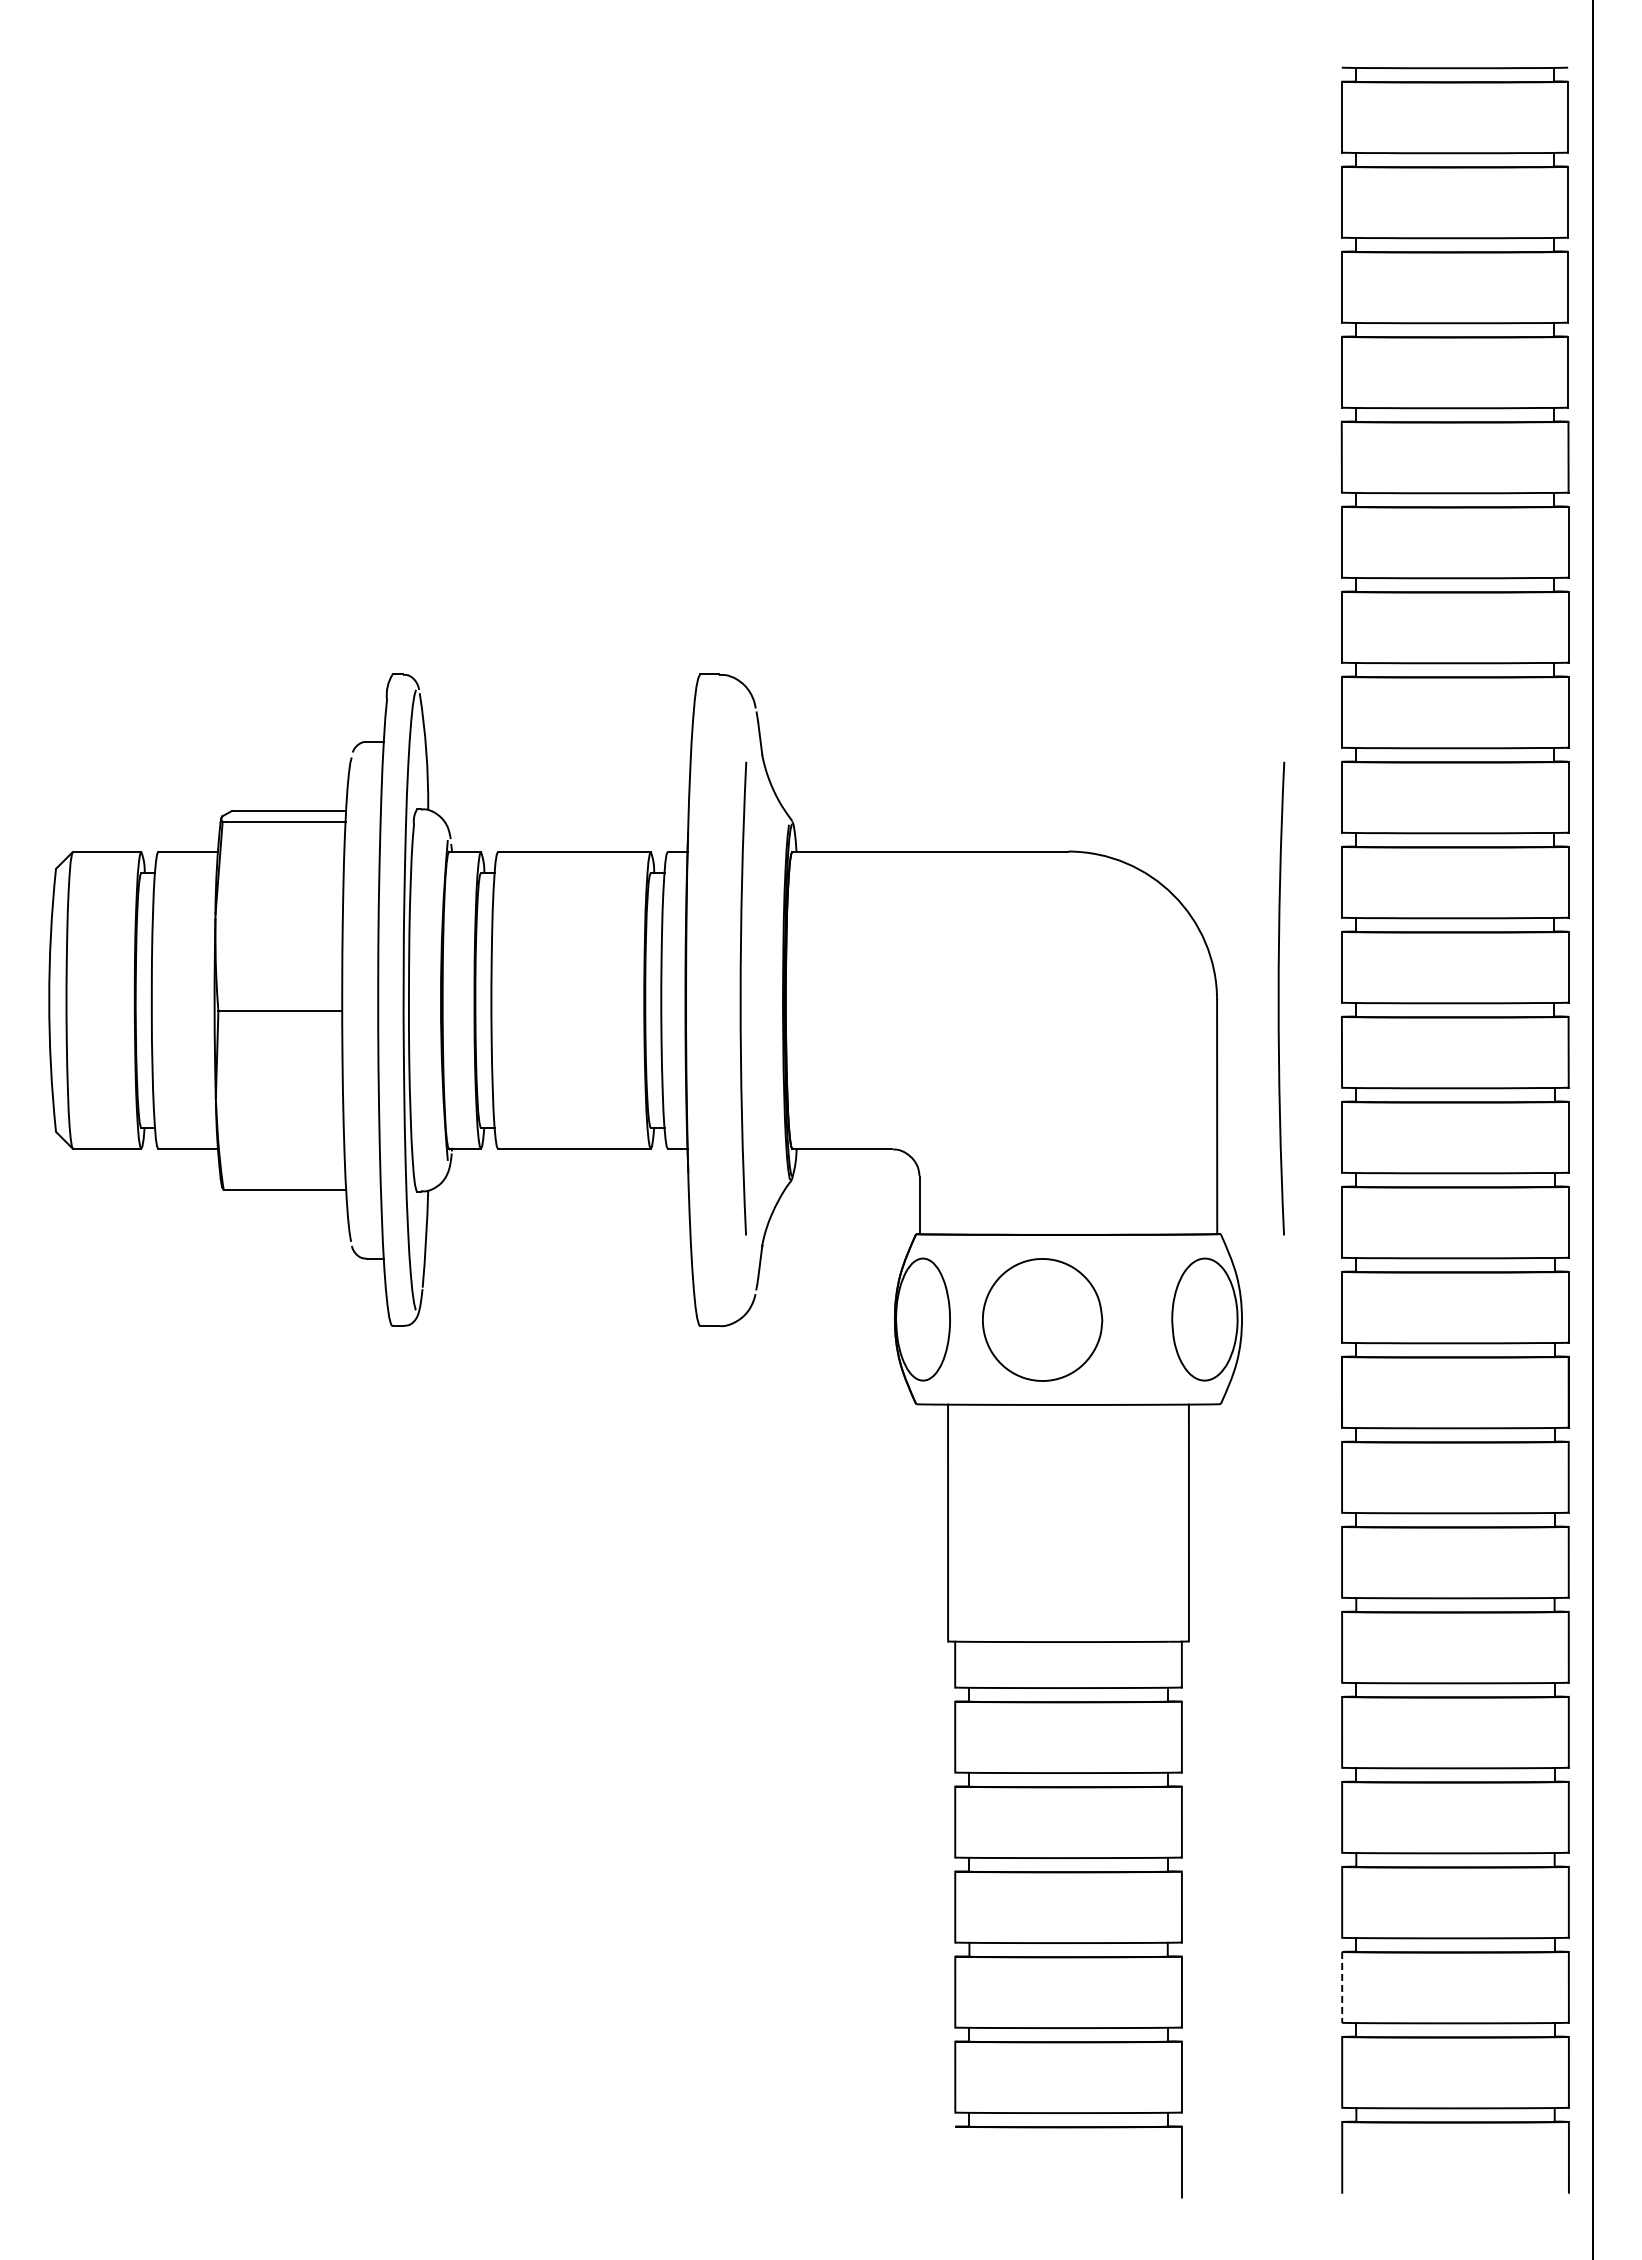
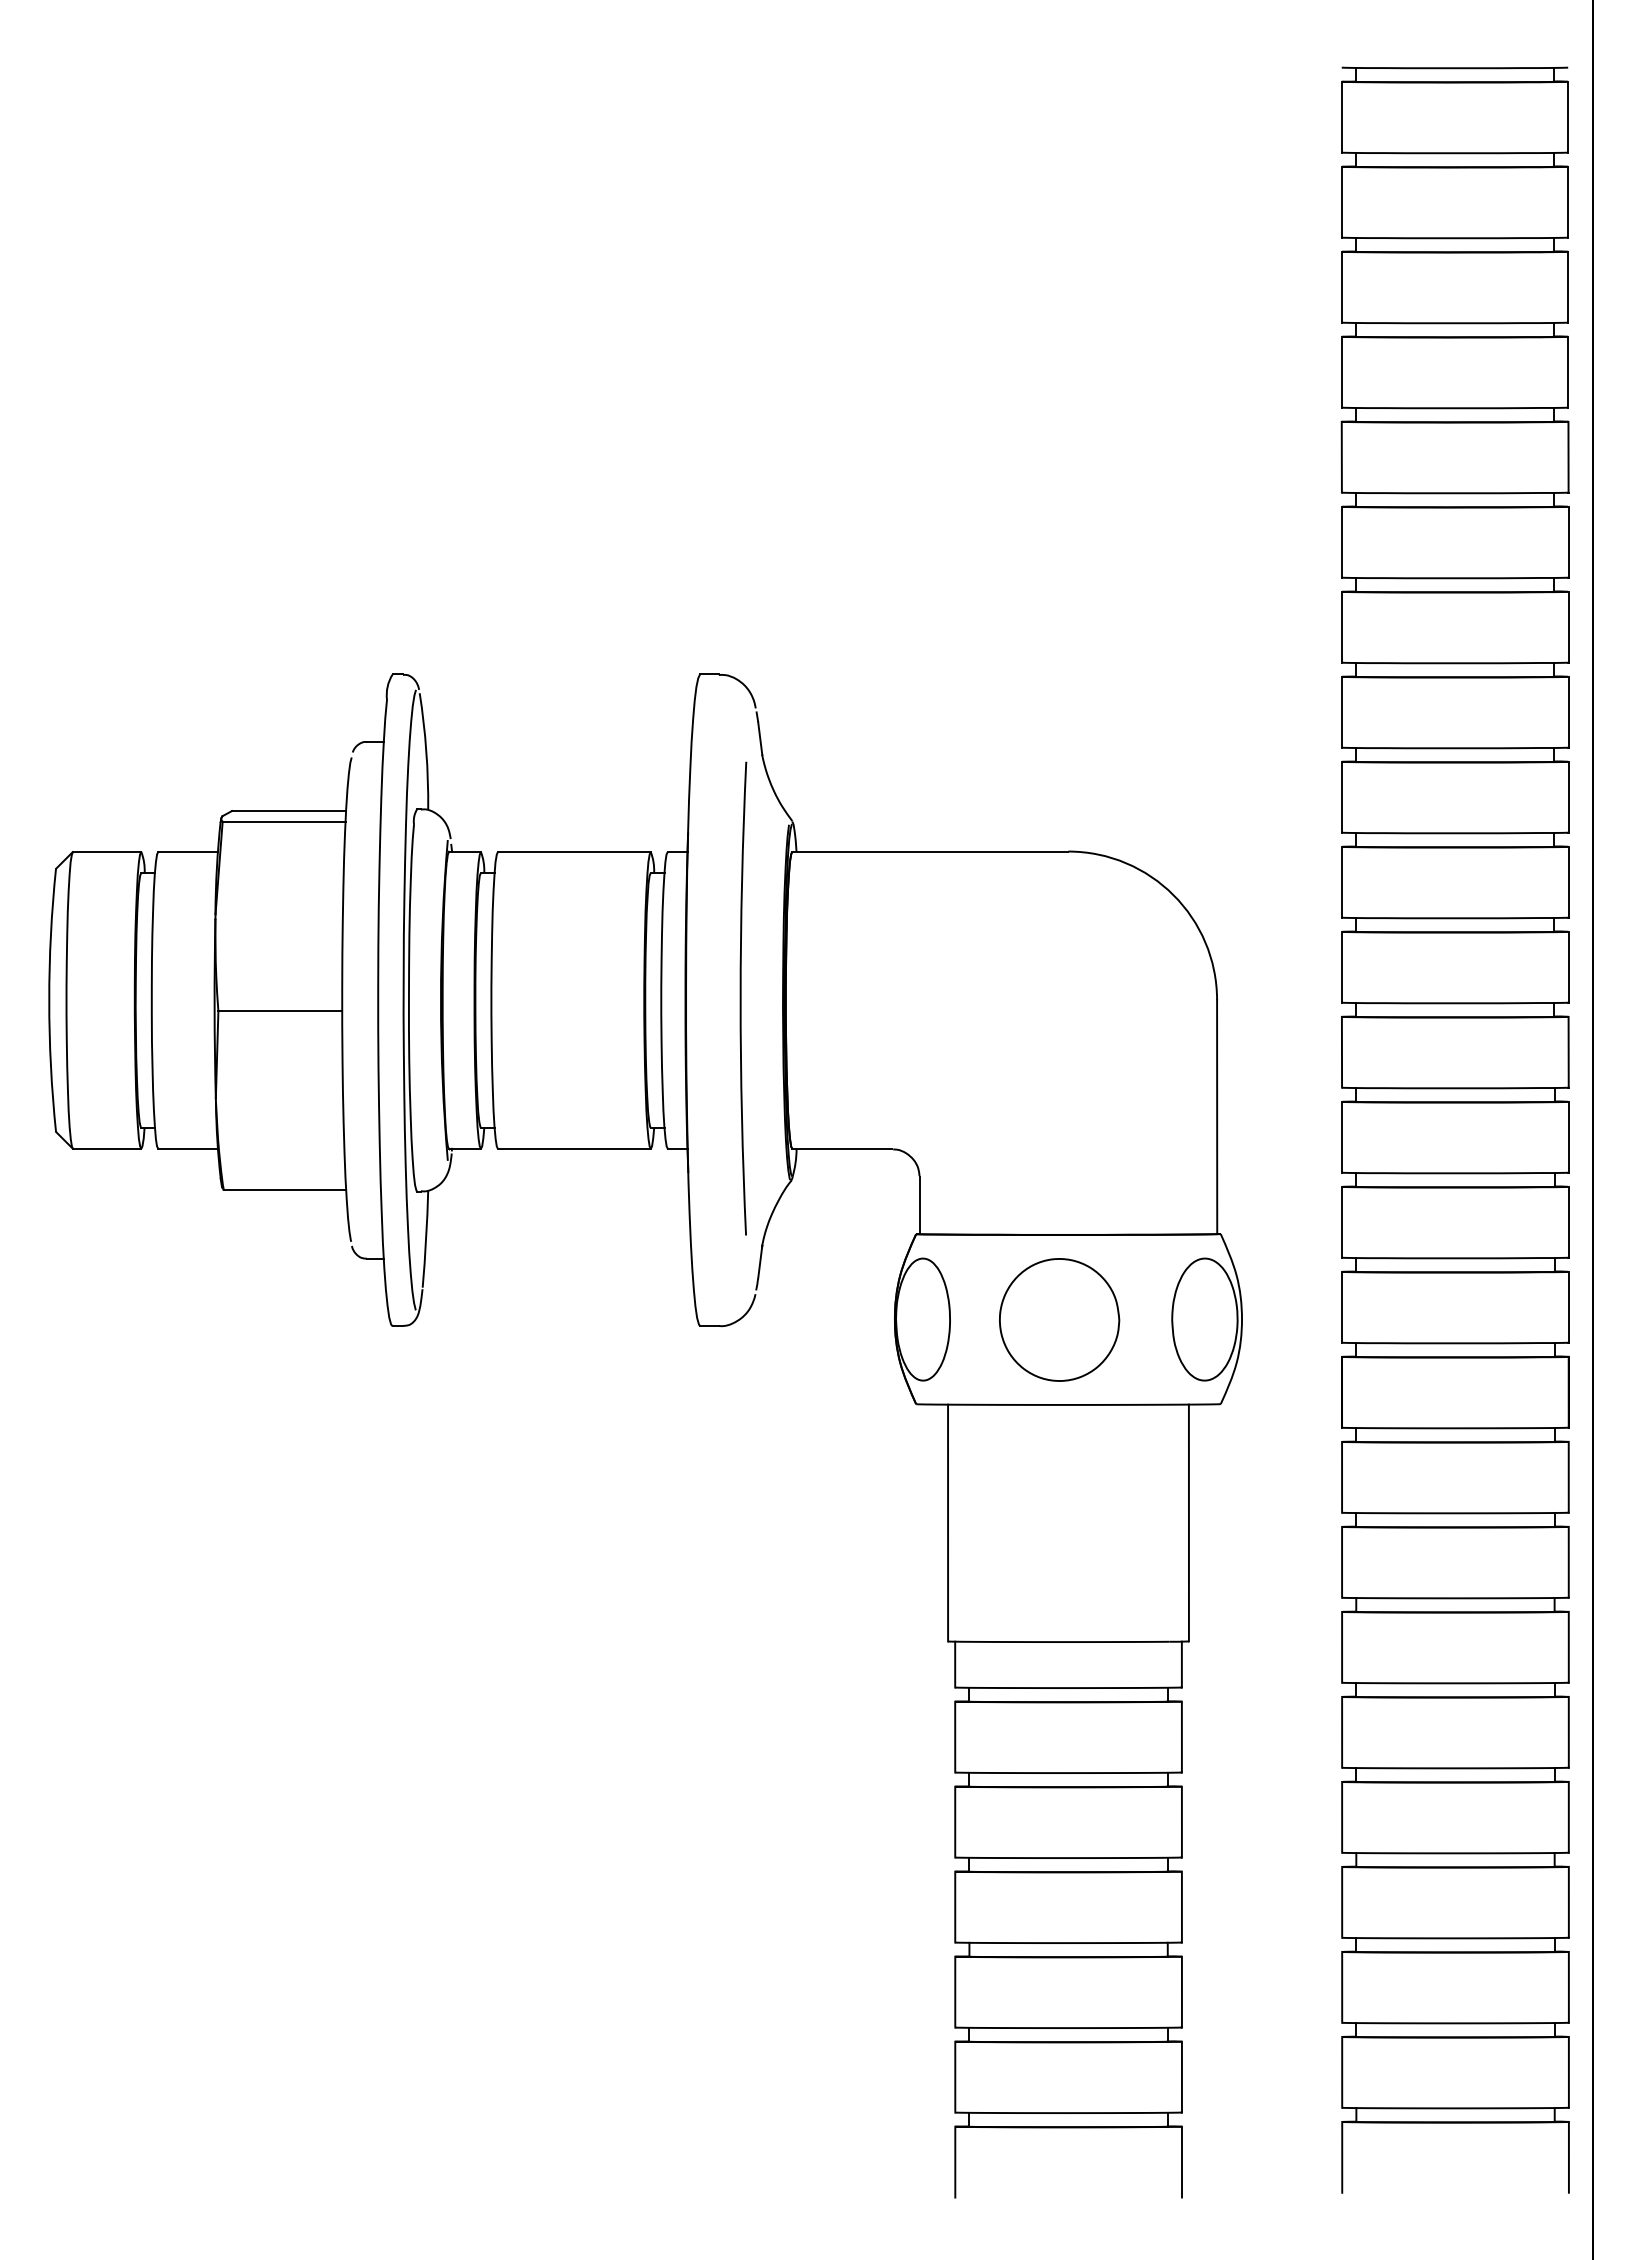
arc at (1279, 998): present -> none
part at (1042, 1319) position: (1042, 1319) -> (1059, 1319)
line at (1342, 1987): dashed -> solid
line at (955, 2161): none -> present
